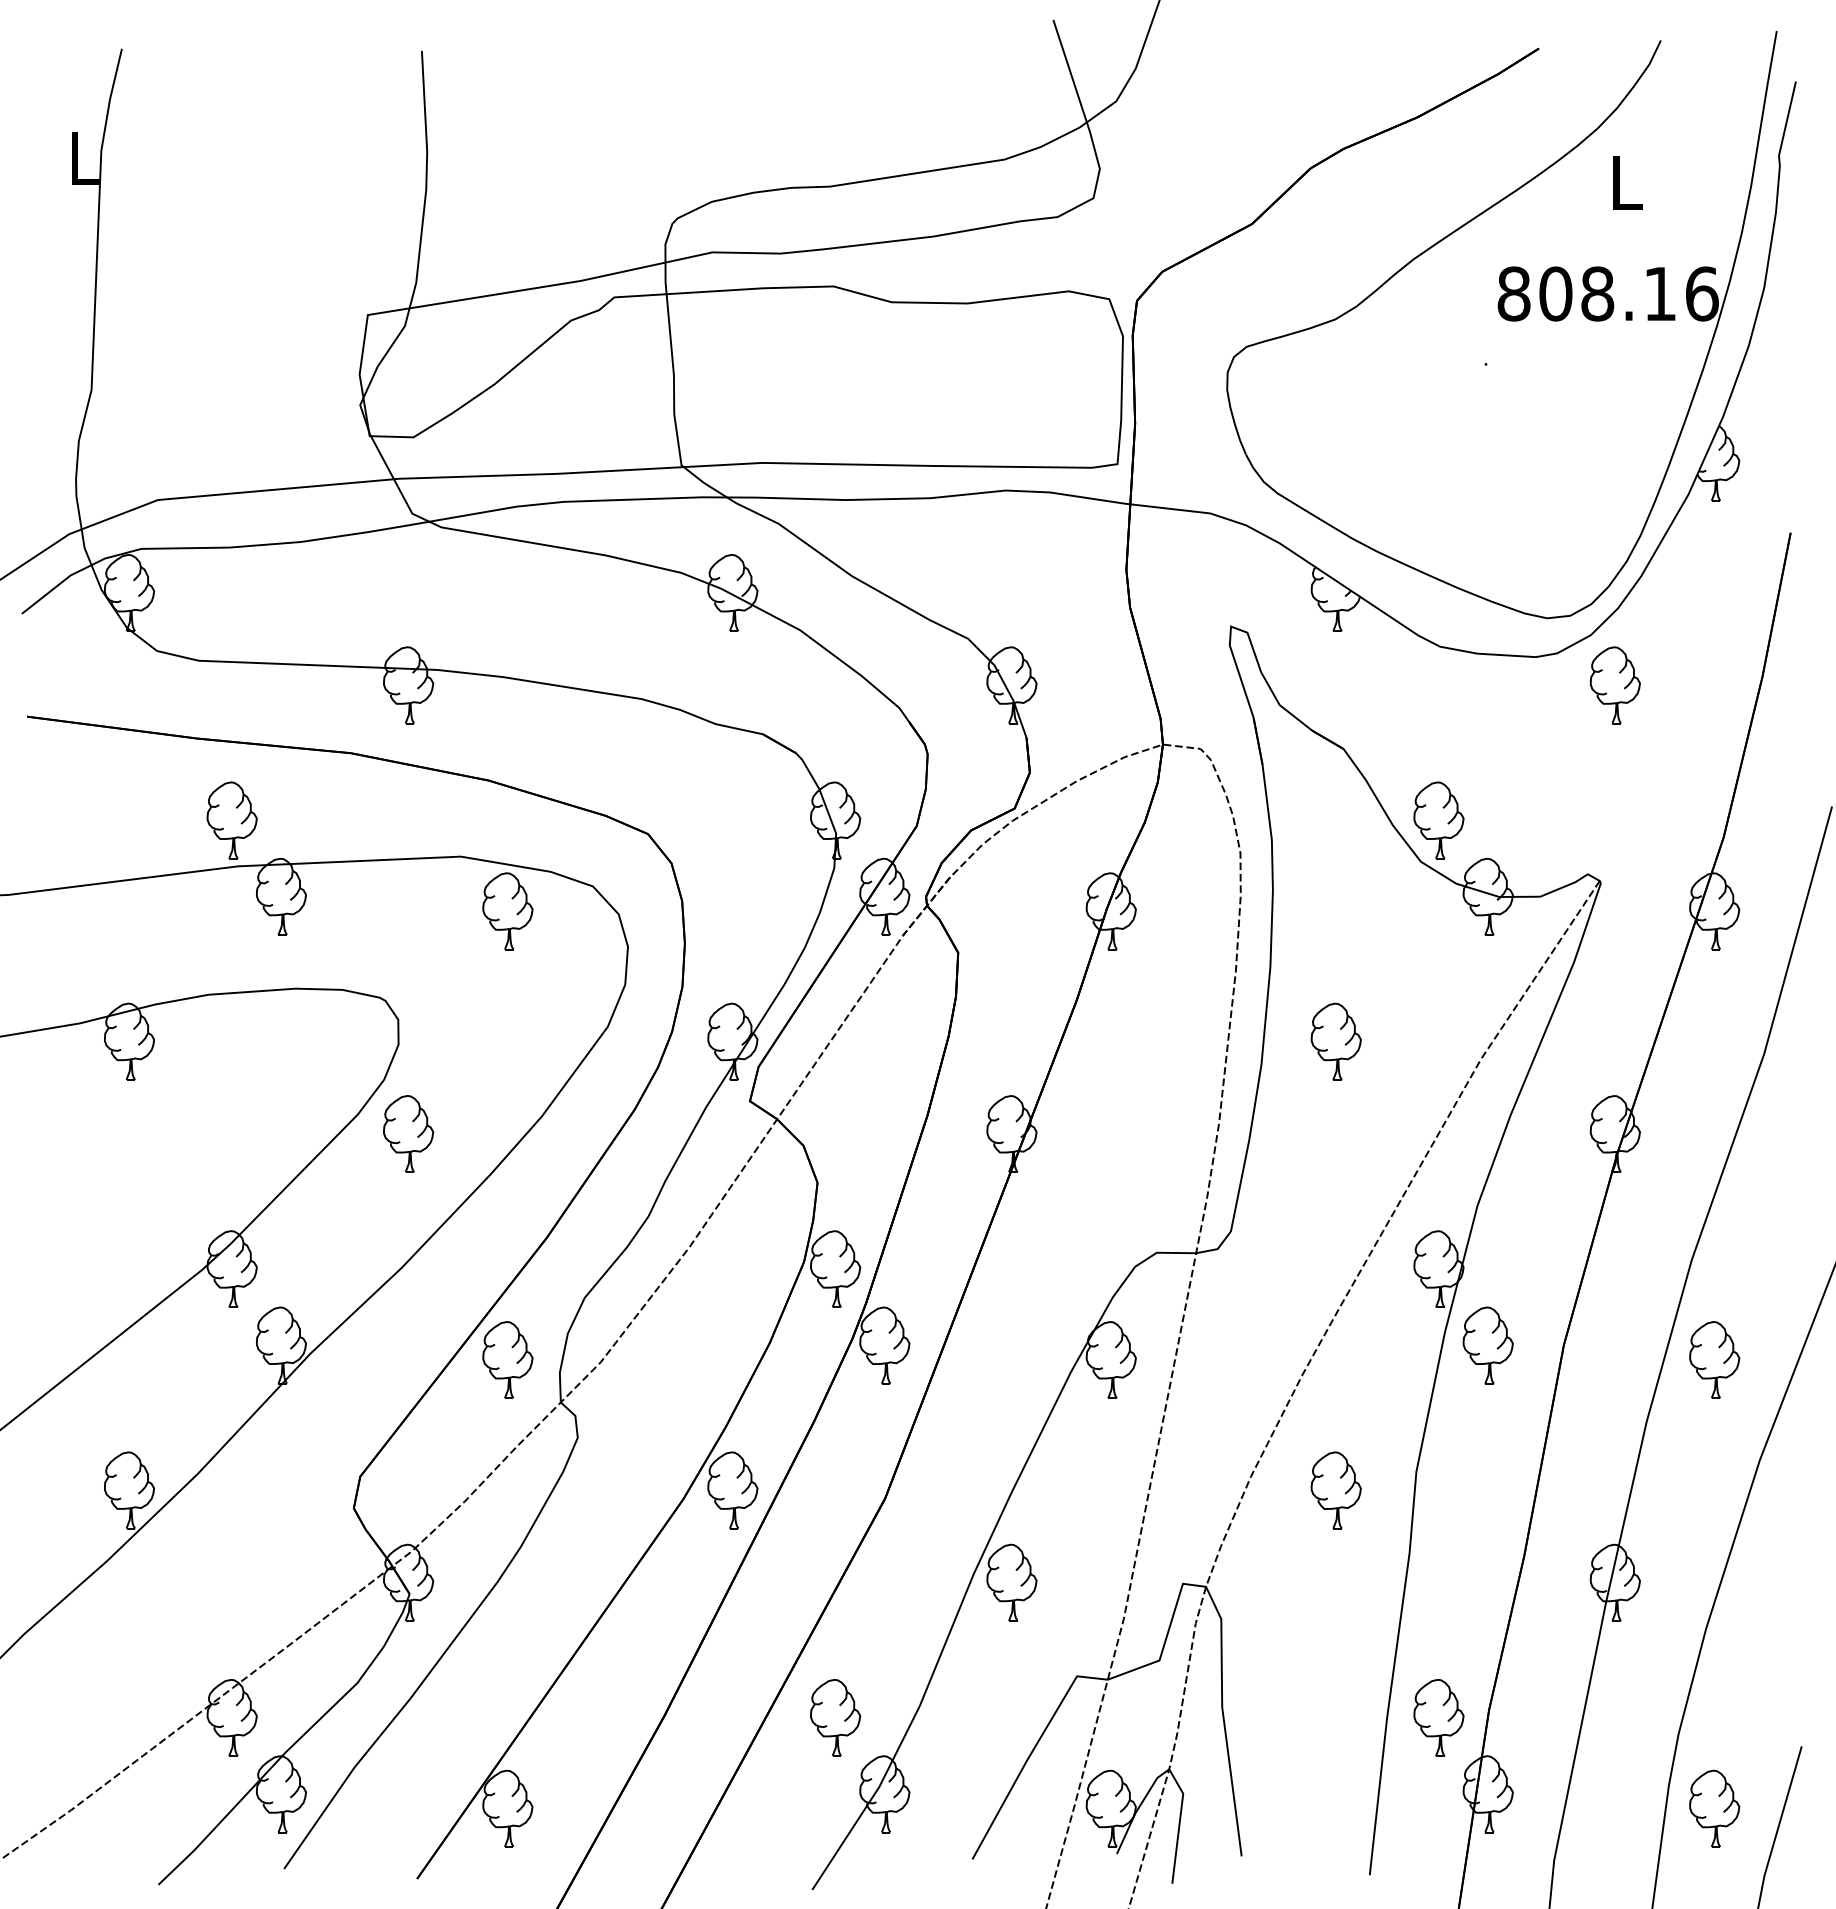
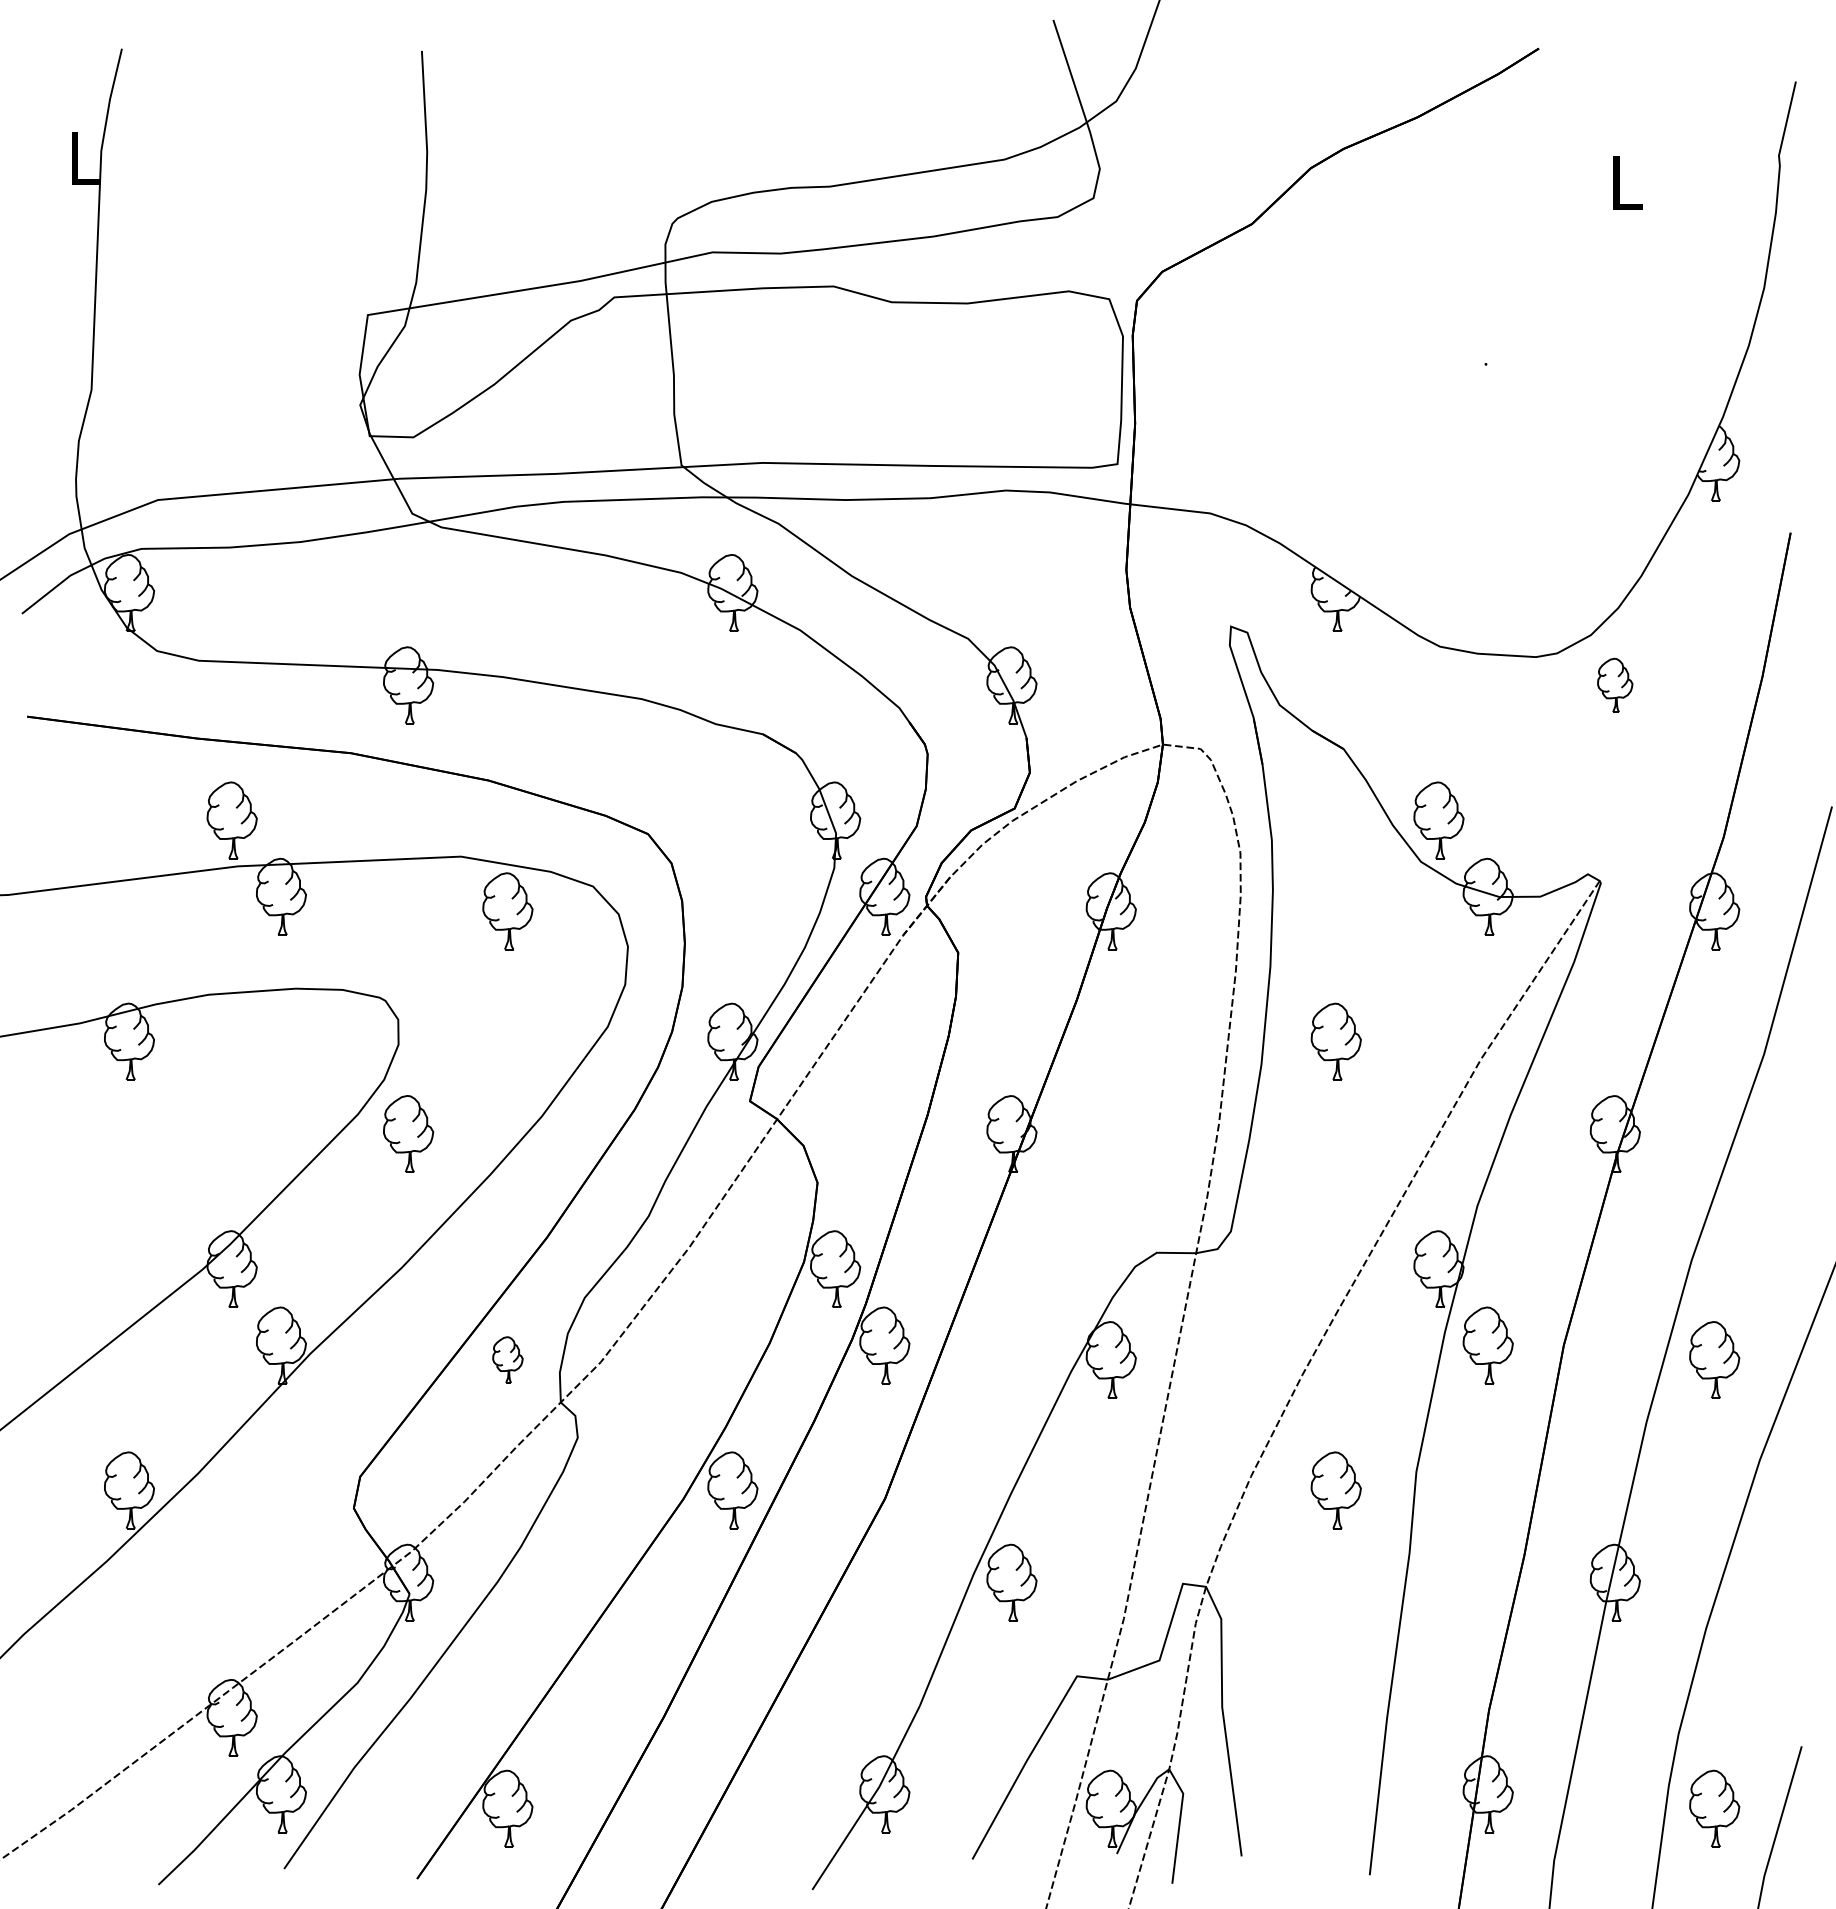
part at (1504, 319): present -> none
part at (1614, 685) size: 52x79 px -> 37x56 px
part at (507, 1359) size: 52x78 px -> 32x48 px
part at (835, 1717): present -> none
part at (1438, 1717): present -> none
